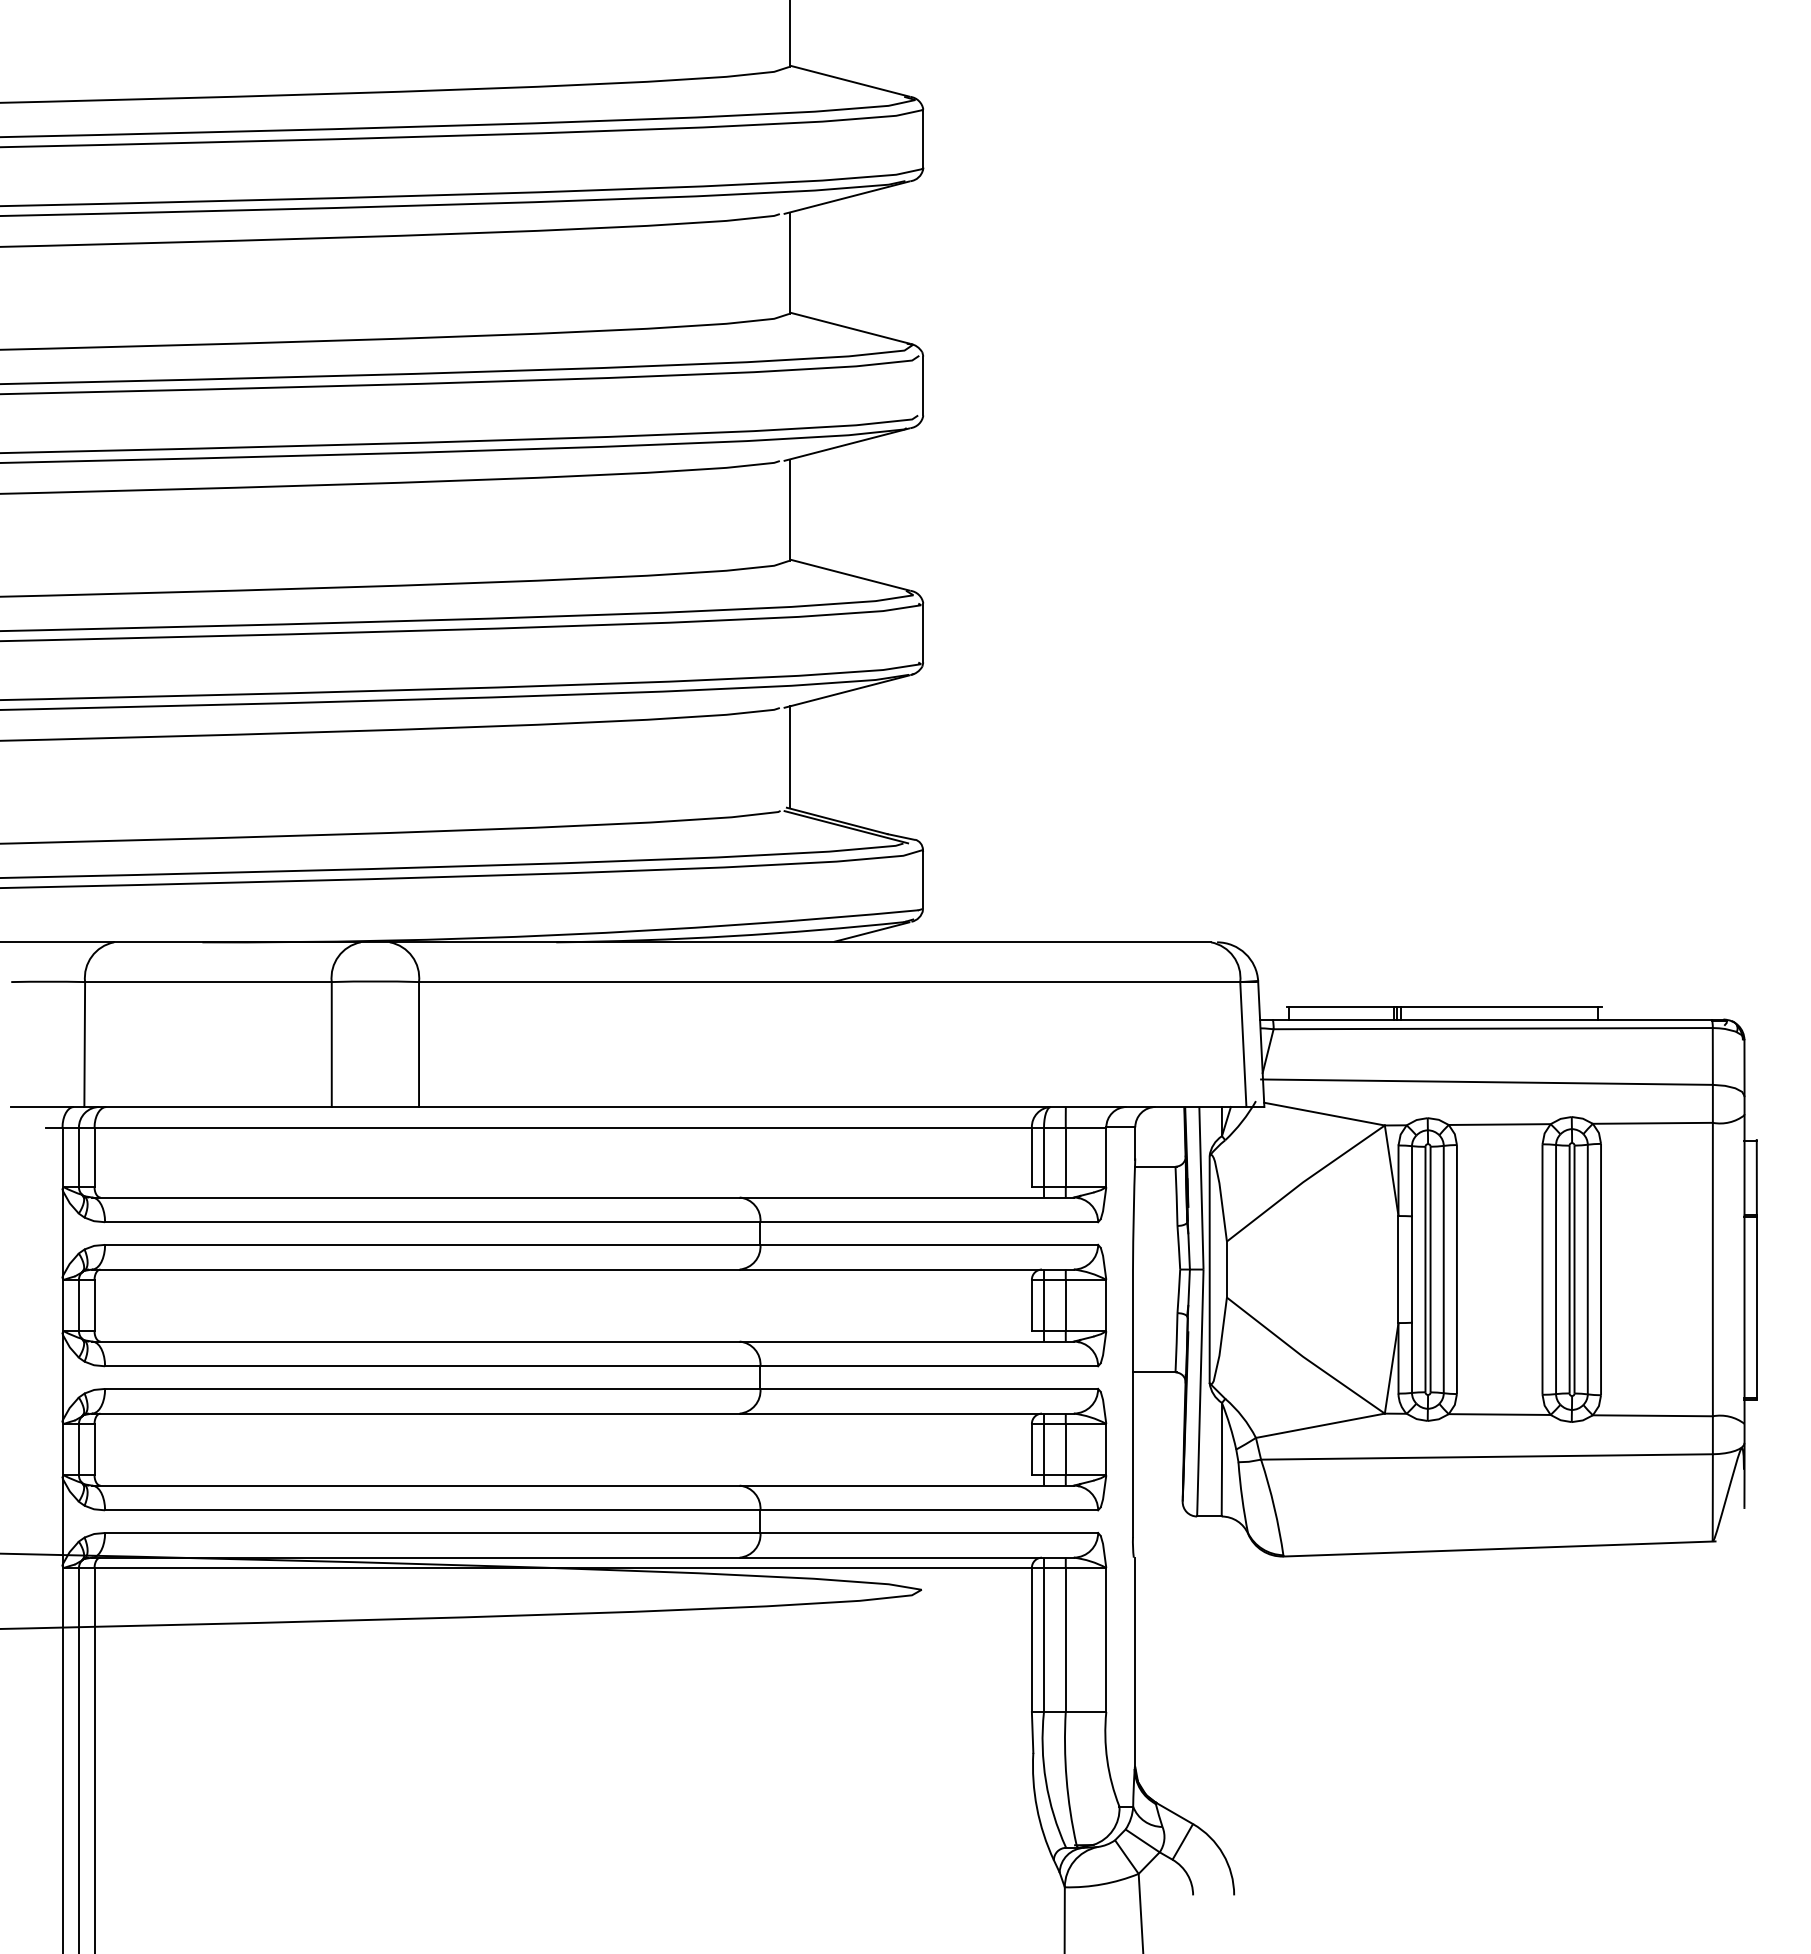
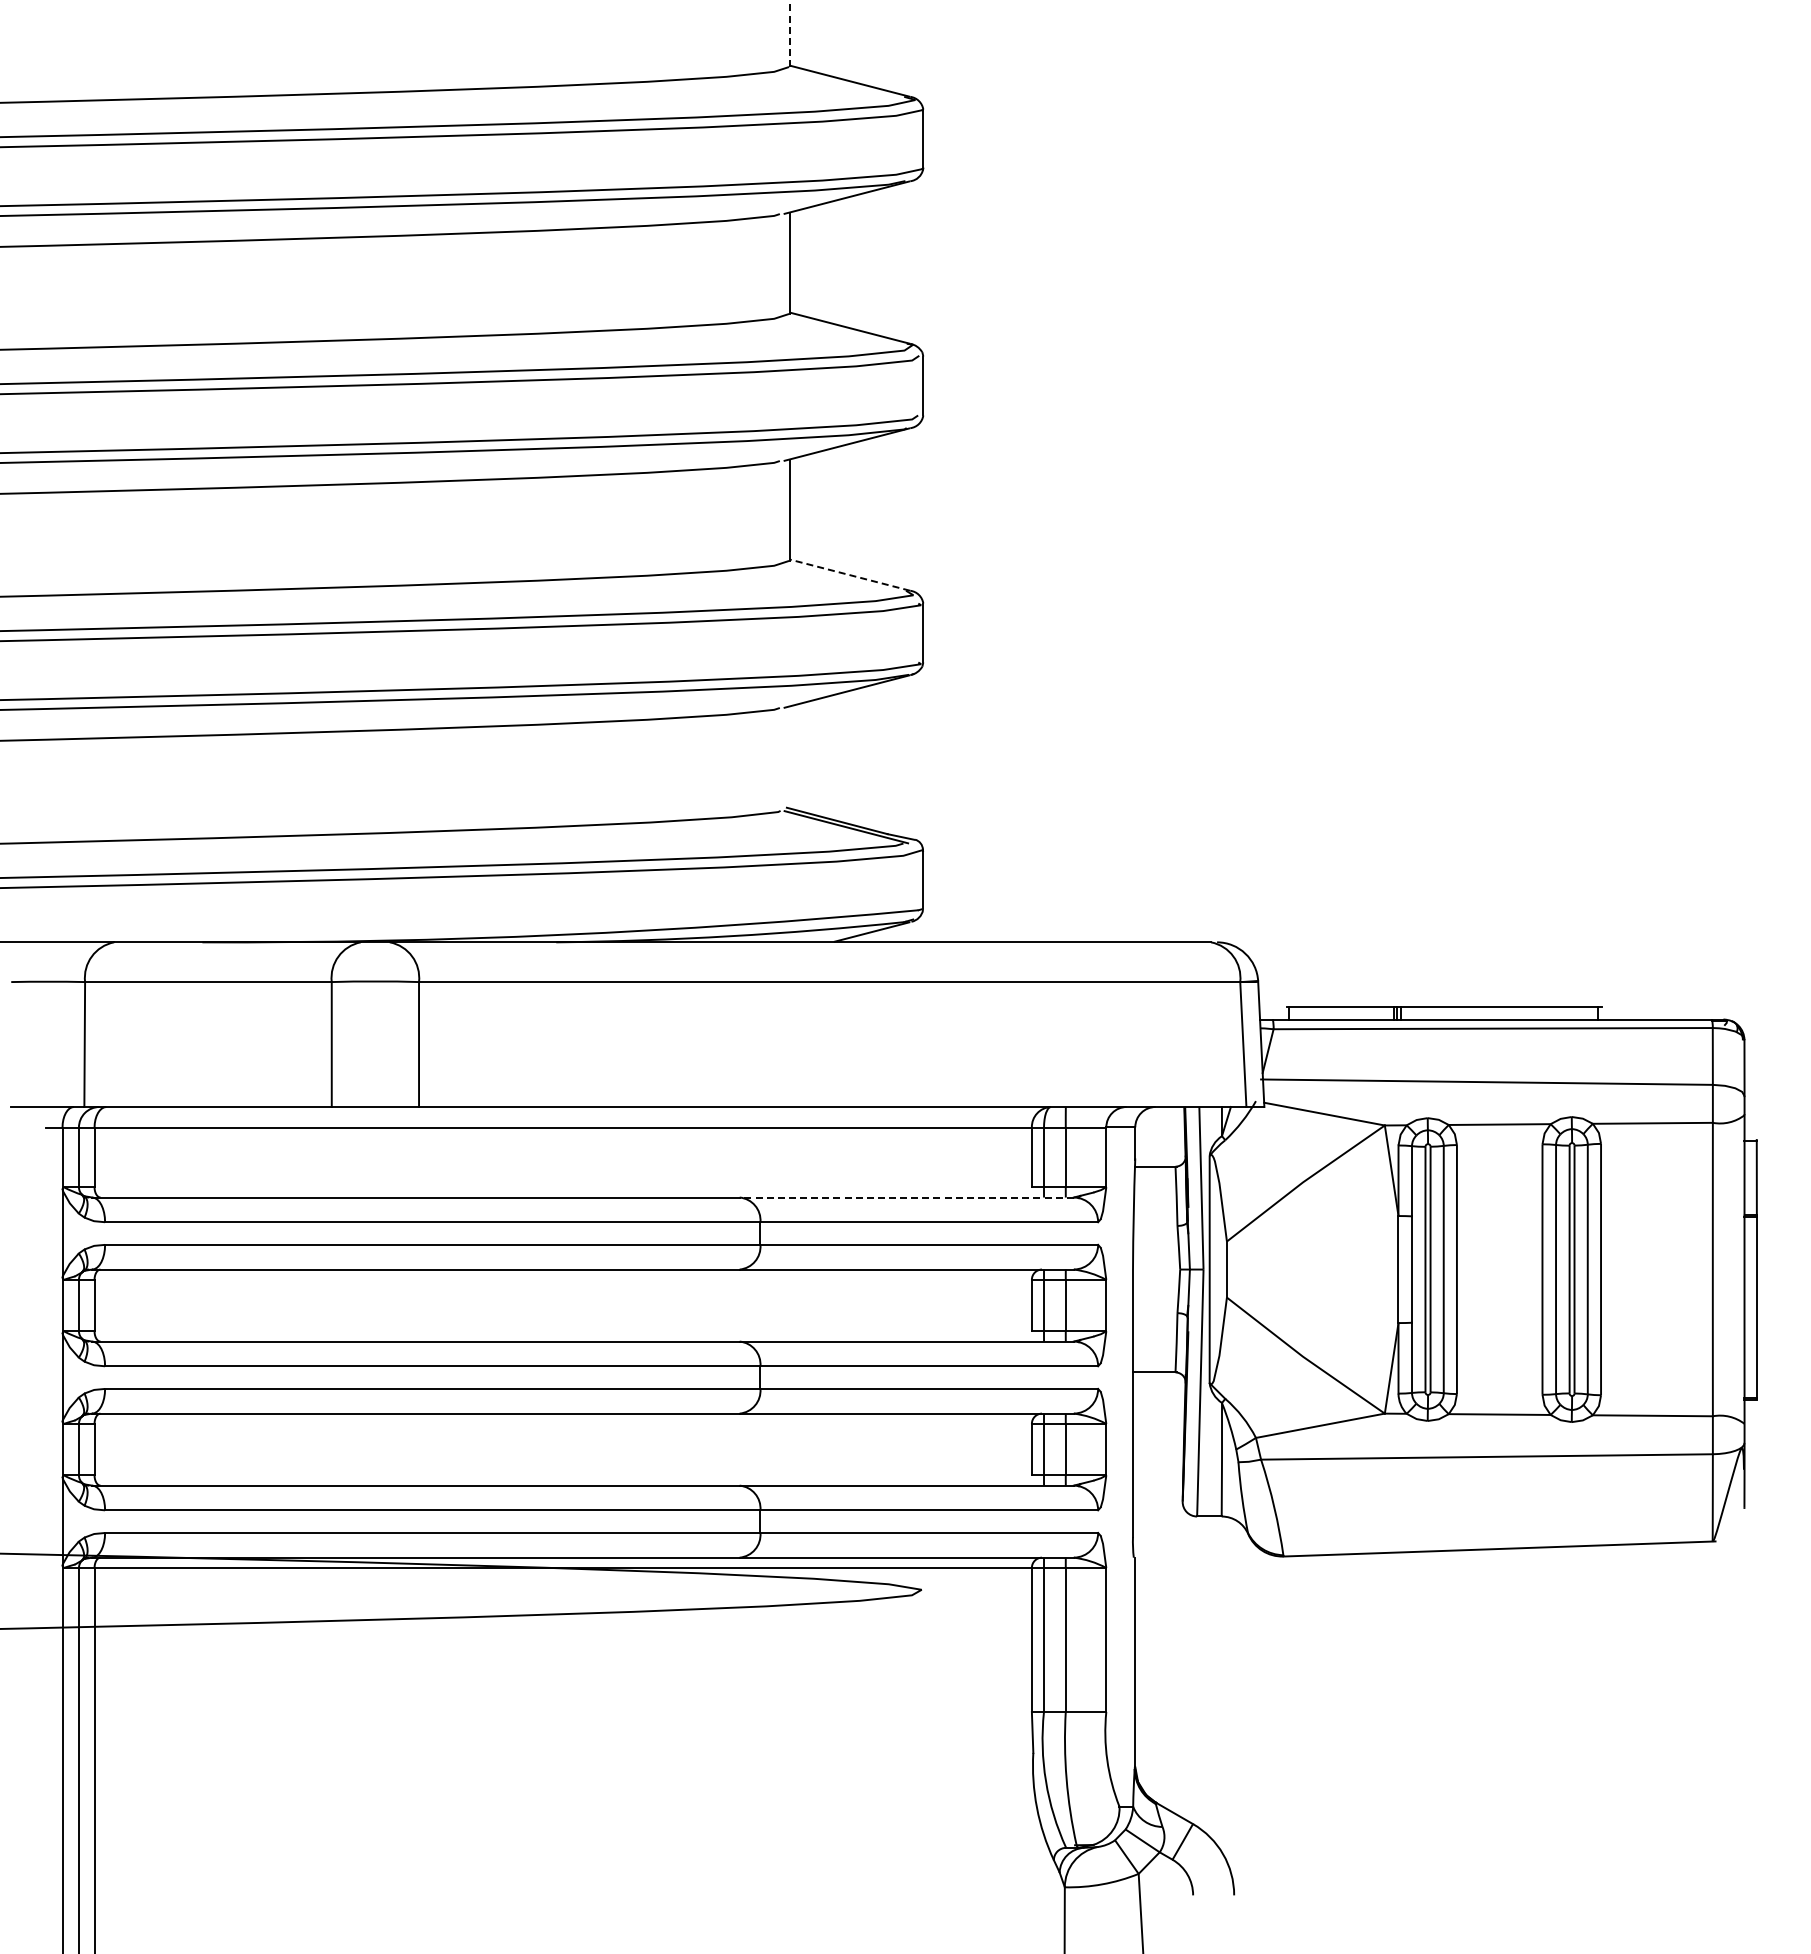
line at (789, 33): solid -> dashed
line at (848, 574): solid -> dashed
line at (789, 756): present -> none
line at (906, 1197): solid -> dashed
